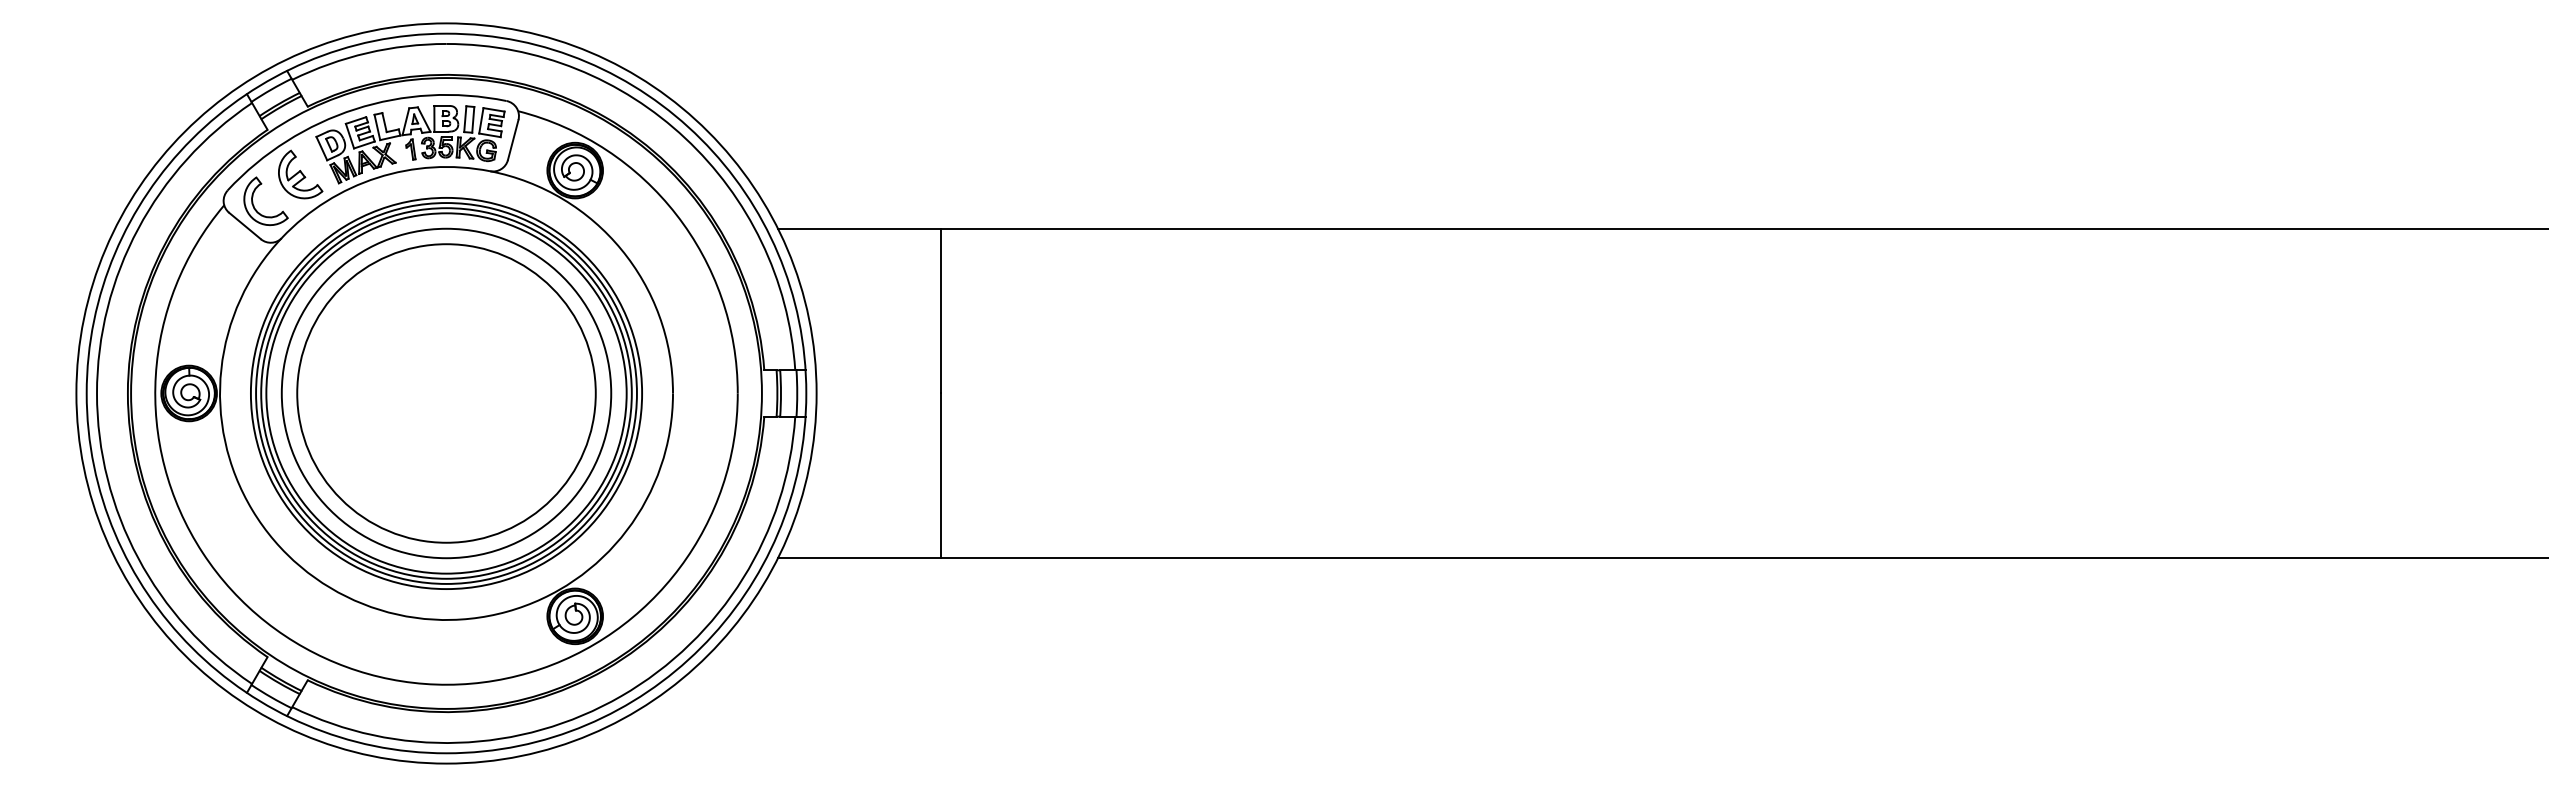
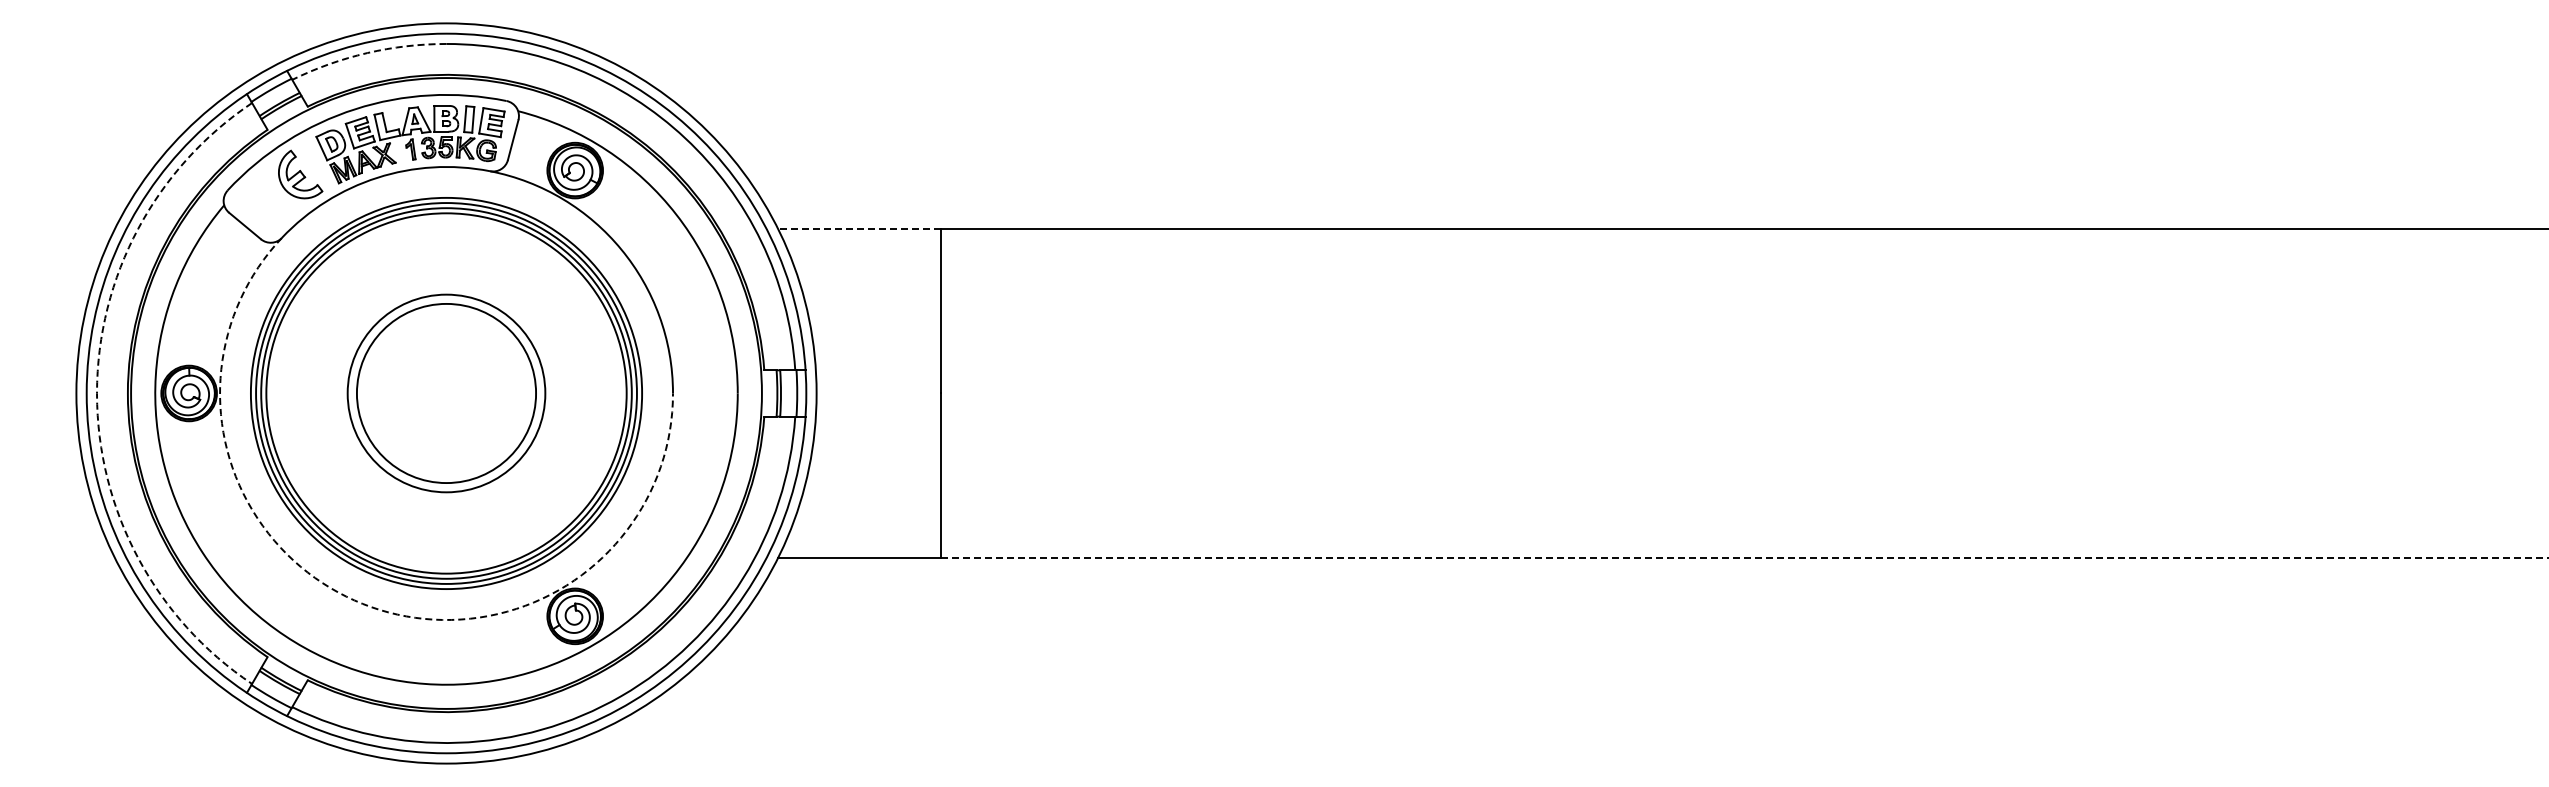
arc at (367, 53): solid -> dashed
part at (253, 201): present -> none
line at (858, 228): solid -> dashed
arc at (97, 393): solid -> dashed
circle at (446, 393) diameter: 299 px -> 179 px
circle at (446, 393) diameter: 329 px -> 198 px
line at (1744, 558): solid -> dashed
arc at (362, 603): solid -> dashed
